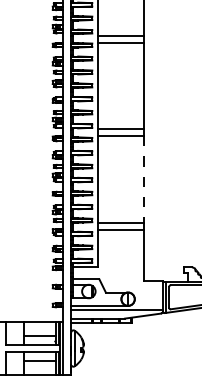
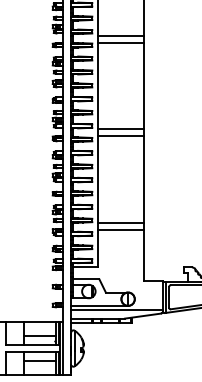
line at (143, 180): dashed -> solid
